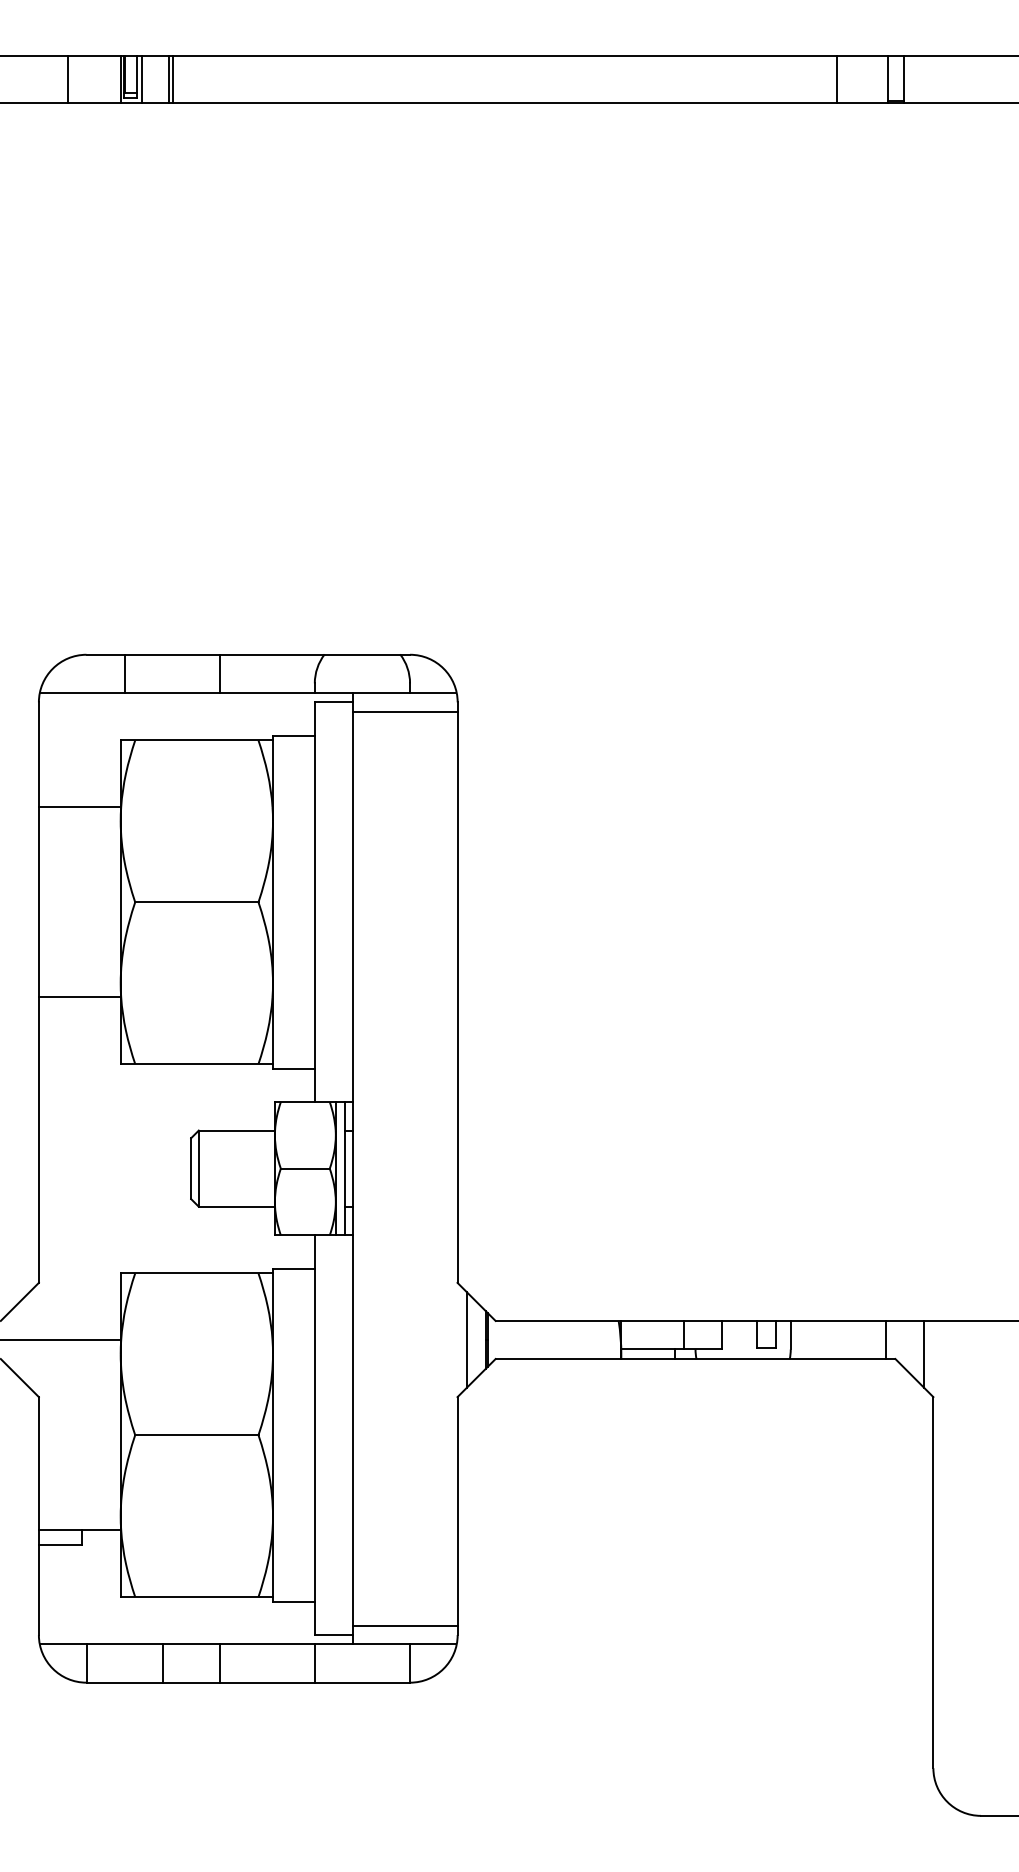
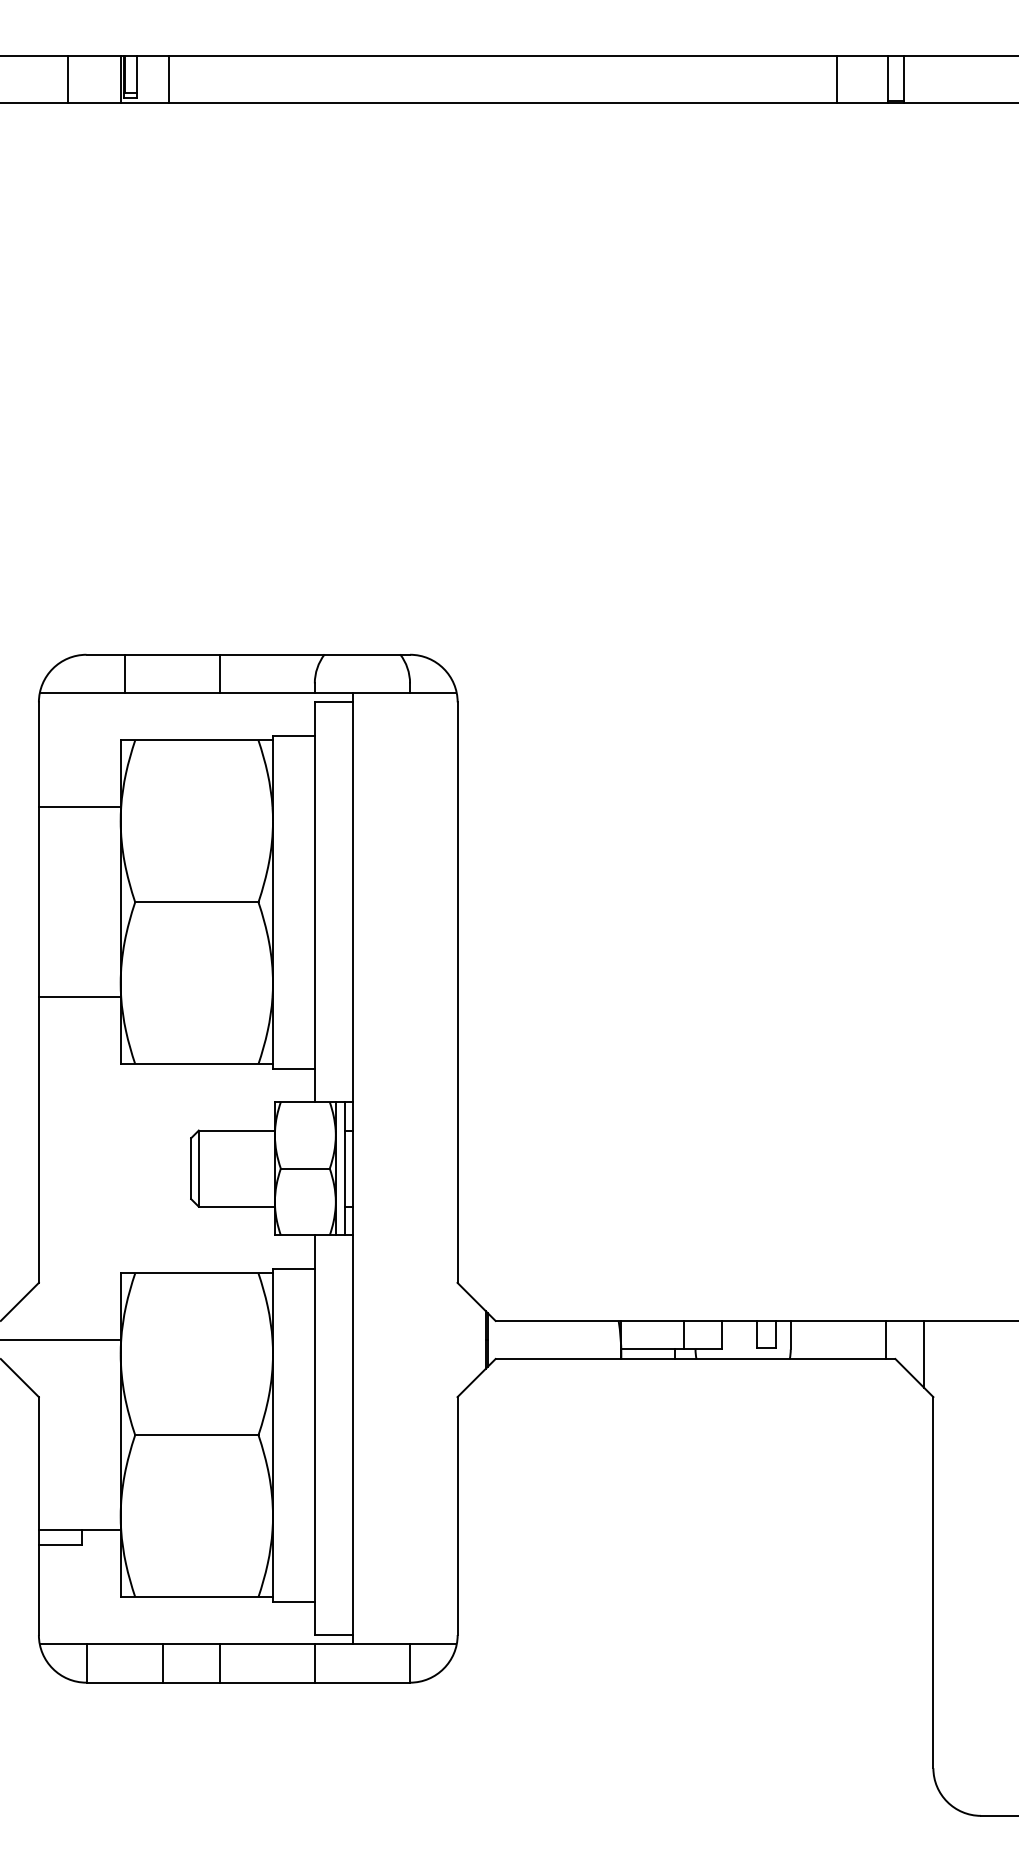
line at (142, 79): present -> none
line at (172, 79): present -> none
line at (404, 711): present -> none
line at (467, 1339): present -> none
line at (404, 1625): present -> none
